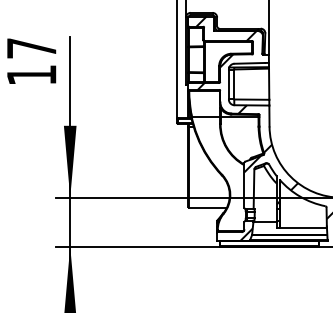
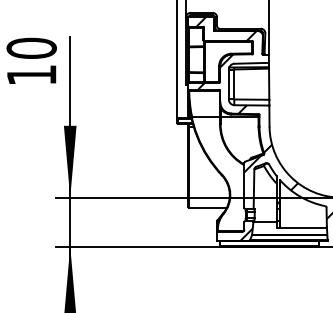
text at (31, 47): 17 -> 10
